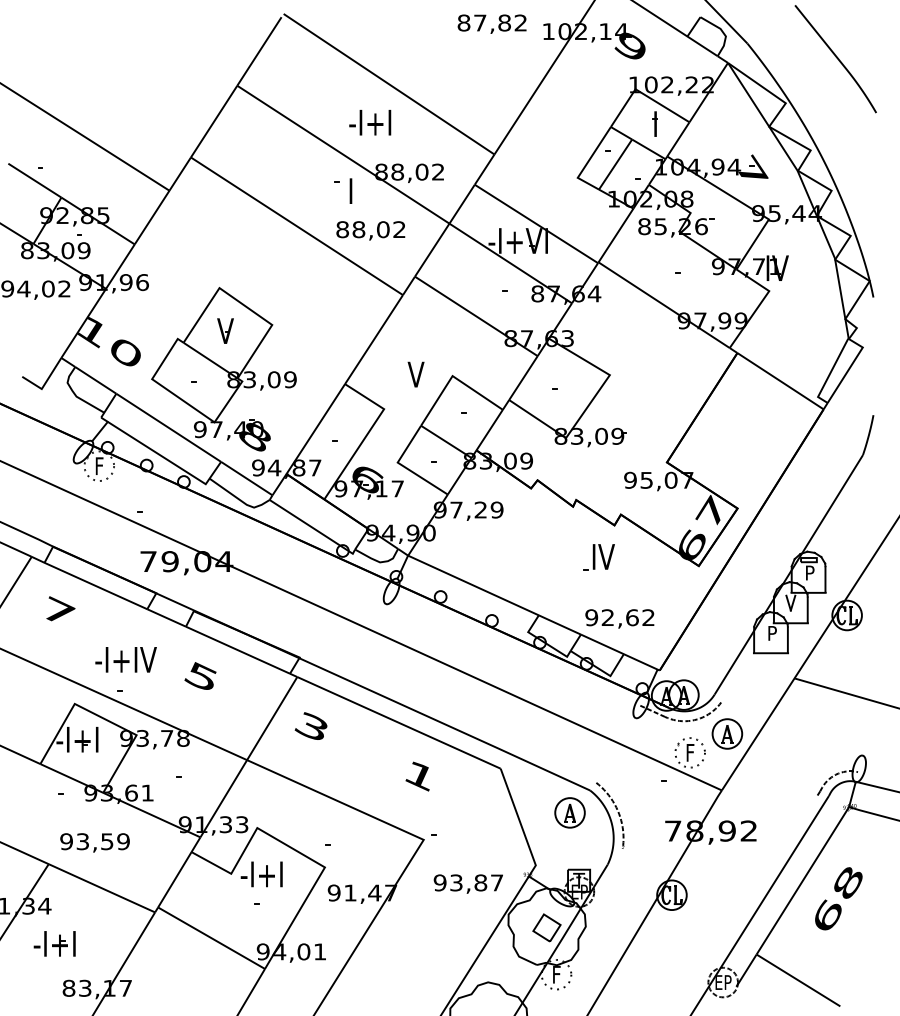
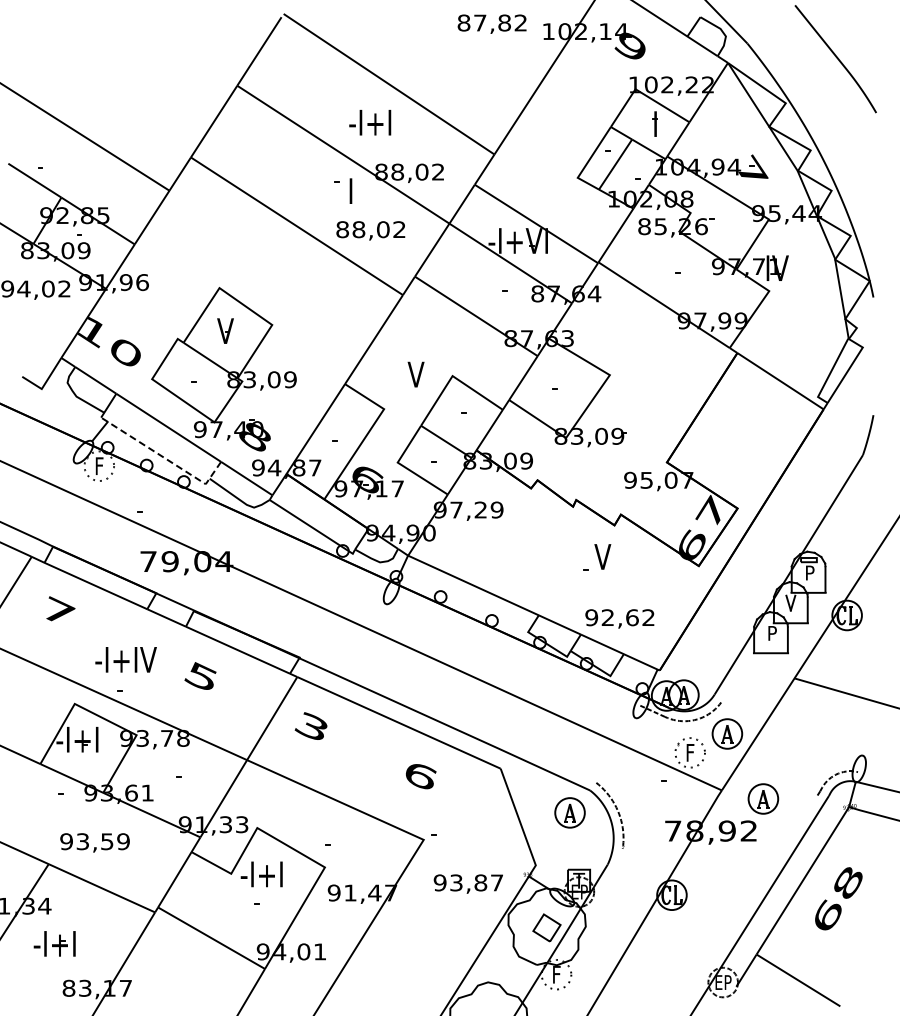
line at (165, 458): solid -> dashed
text at (603, 556): IV -> V
text at (420, 776): 1 -> 6
part at (763, 798): none -> present
